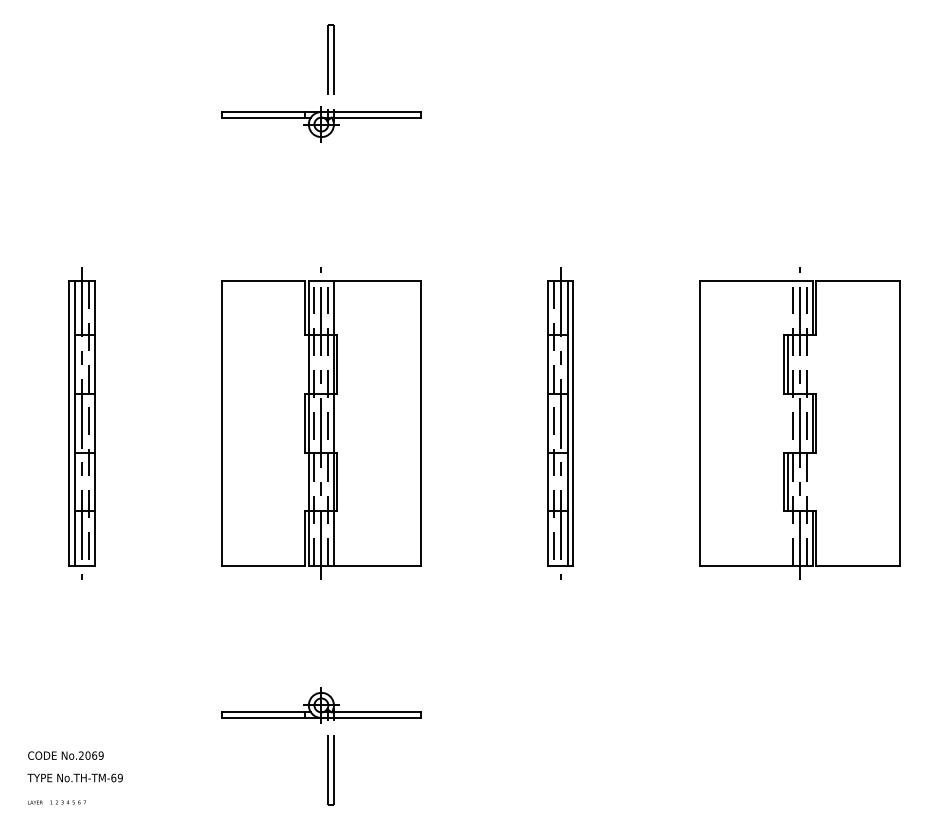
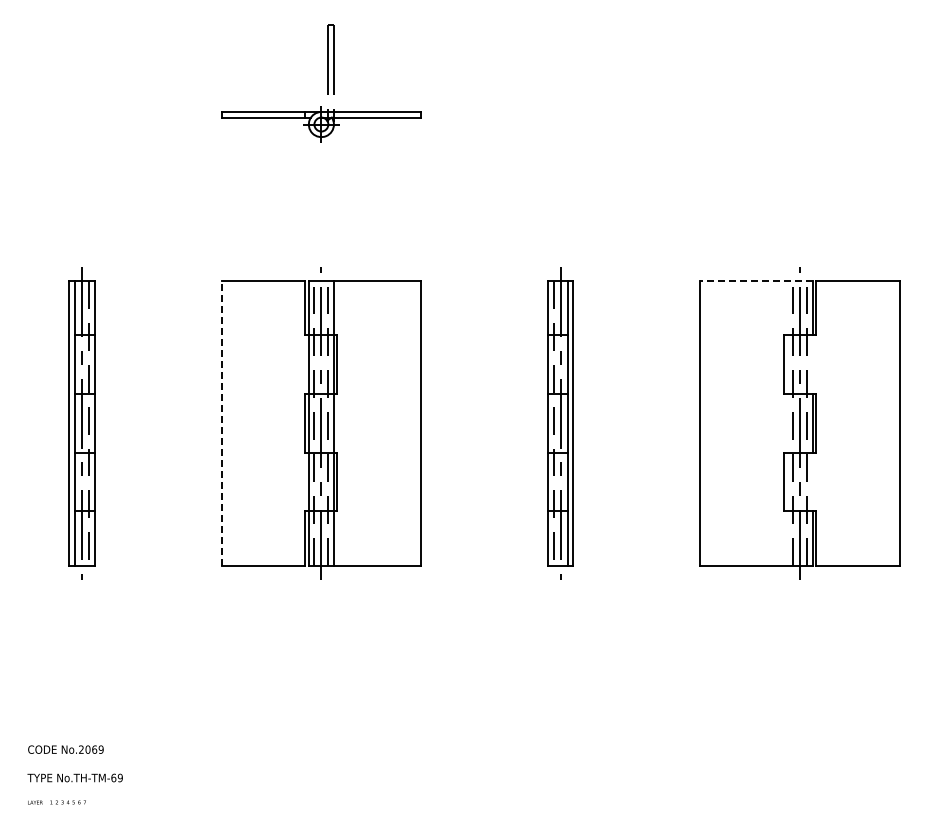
line at (756, 280): solid -> dashed
line at (787, 364): present -> none
line at (221, 422): solid -> dashed
line at (787, 481): present -> none
part at (321, 746): present -> none
text at (65, 755) position: (65, 755) -> (65, 749)
